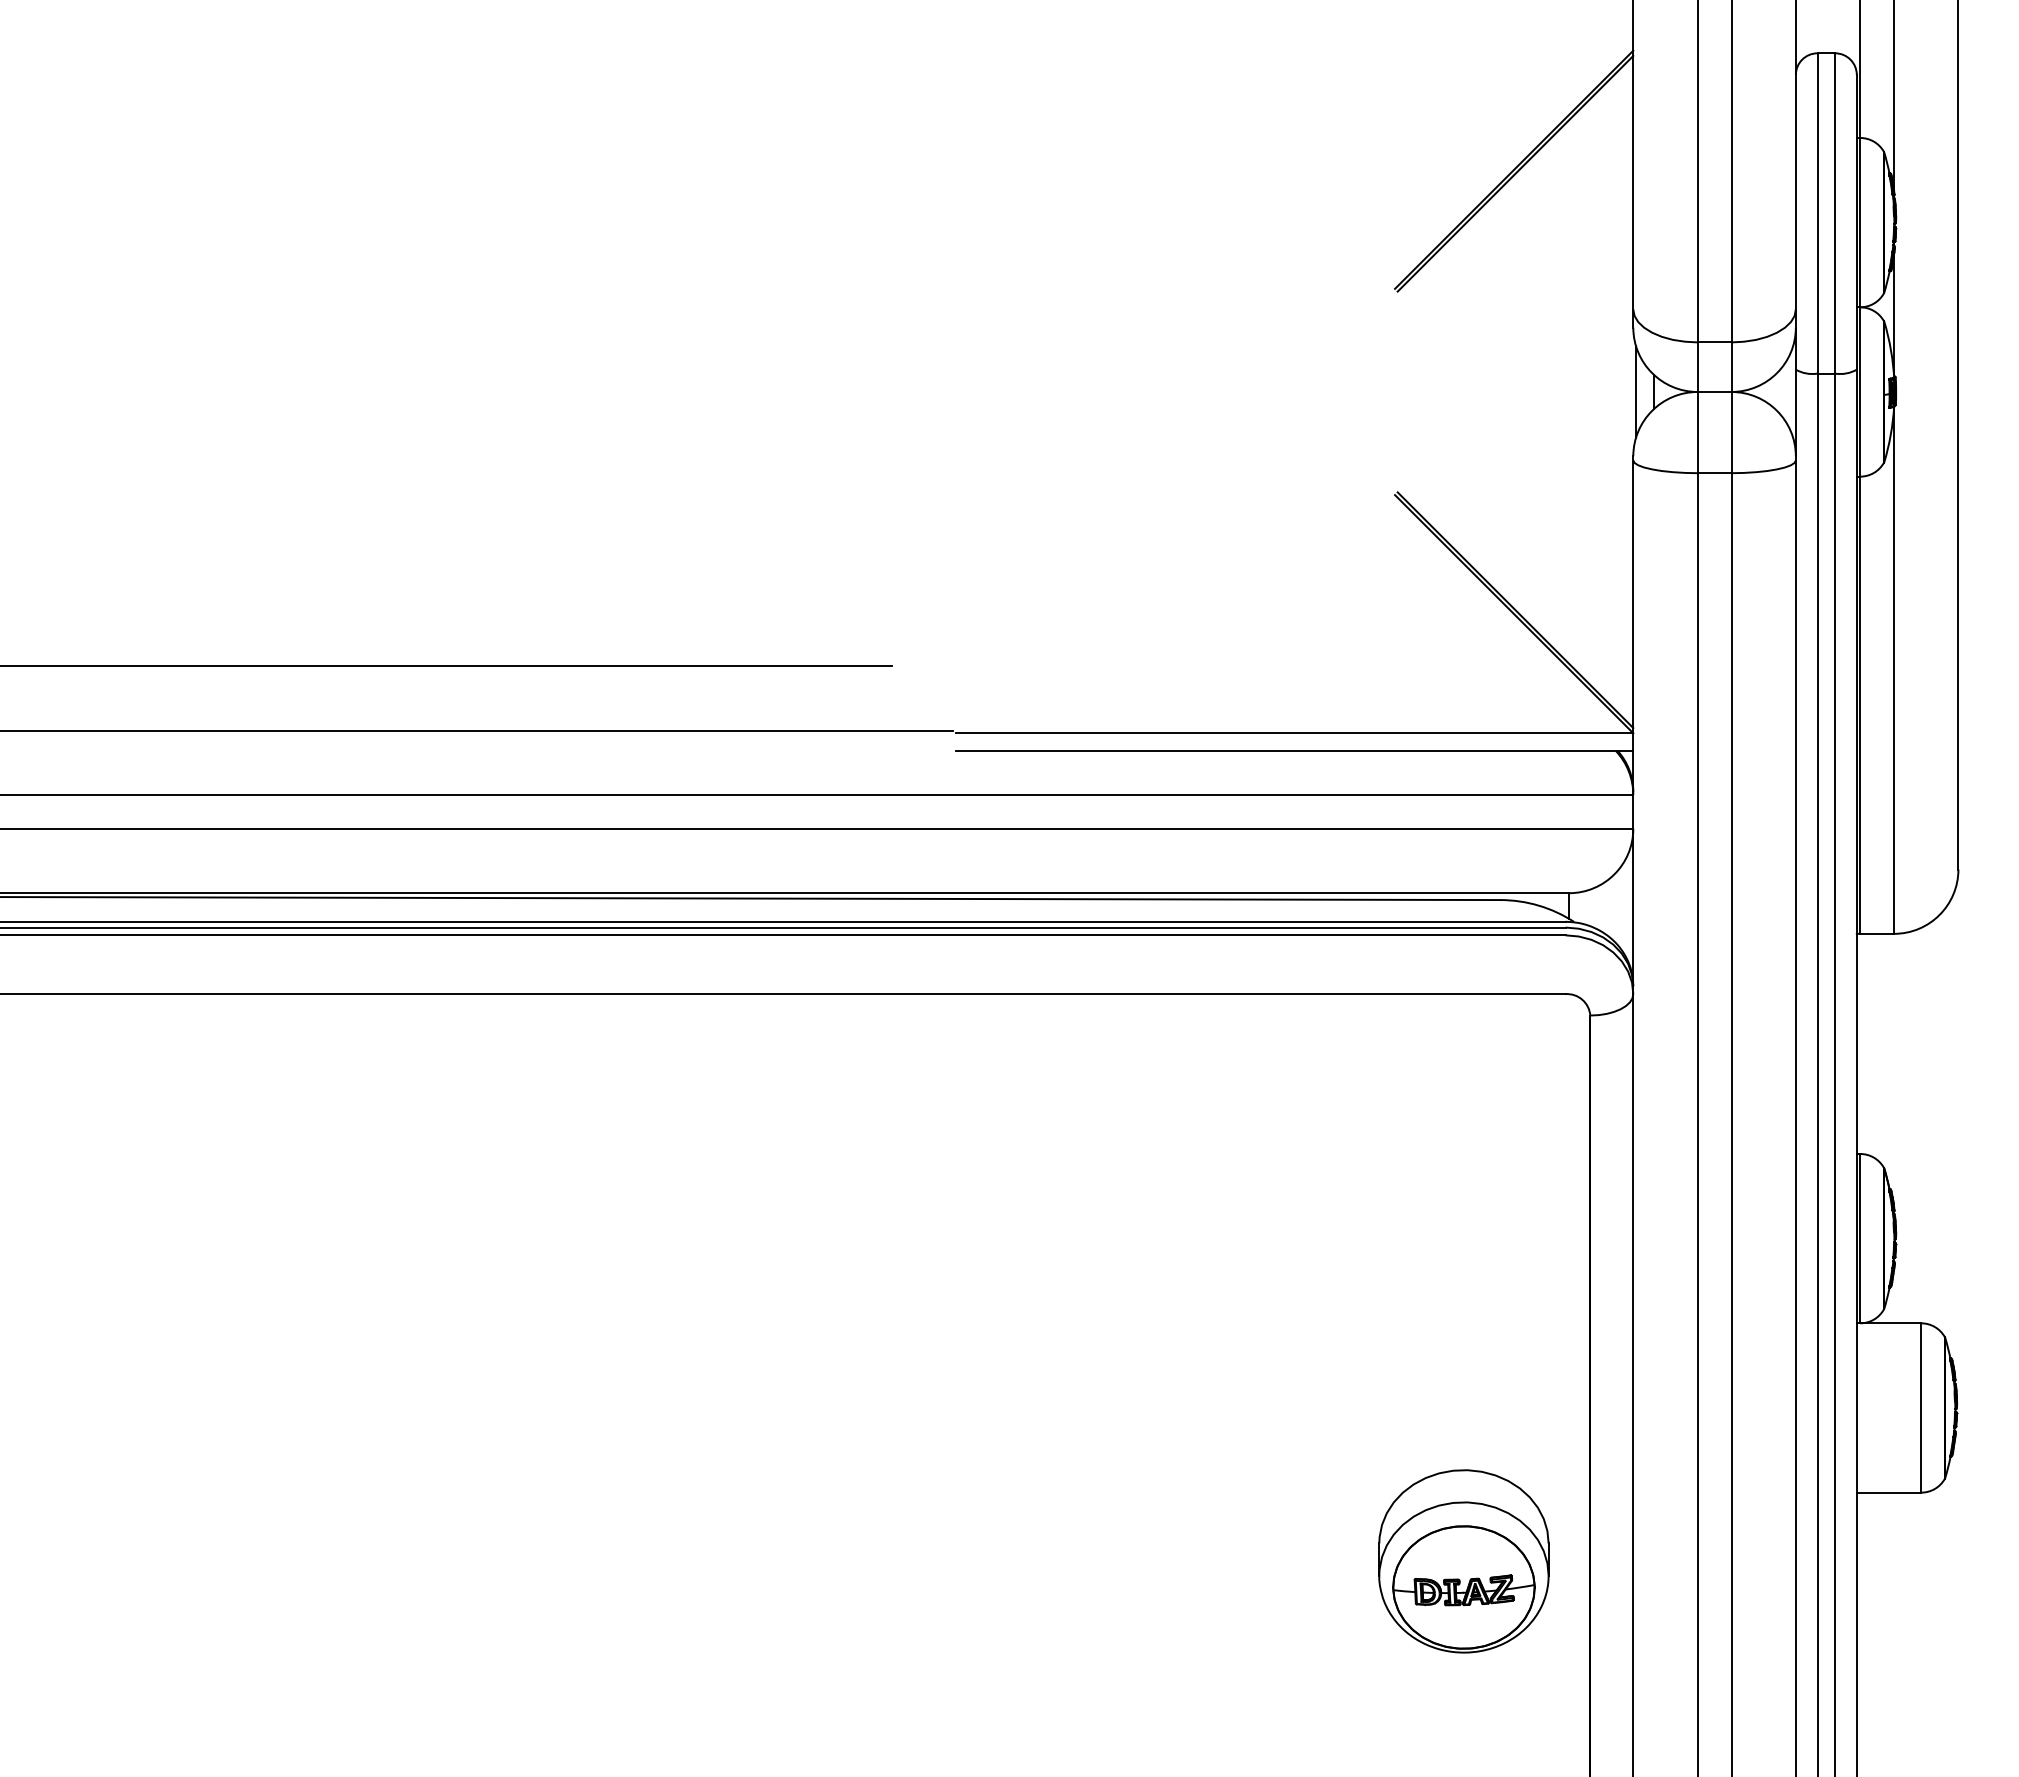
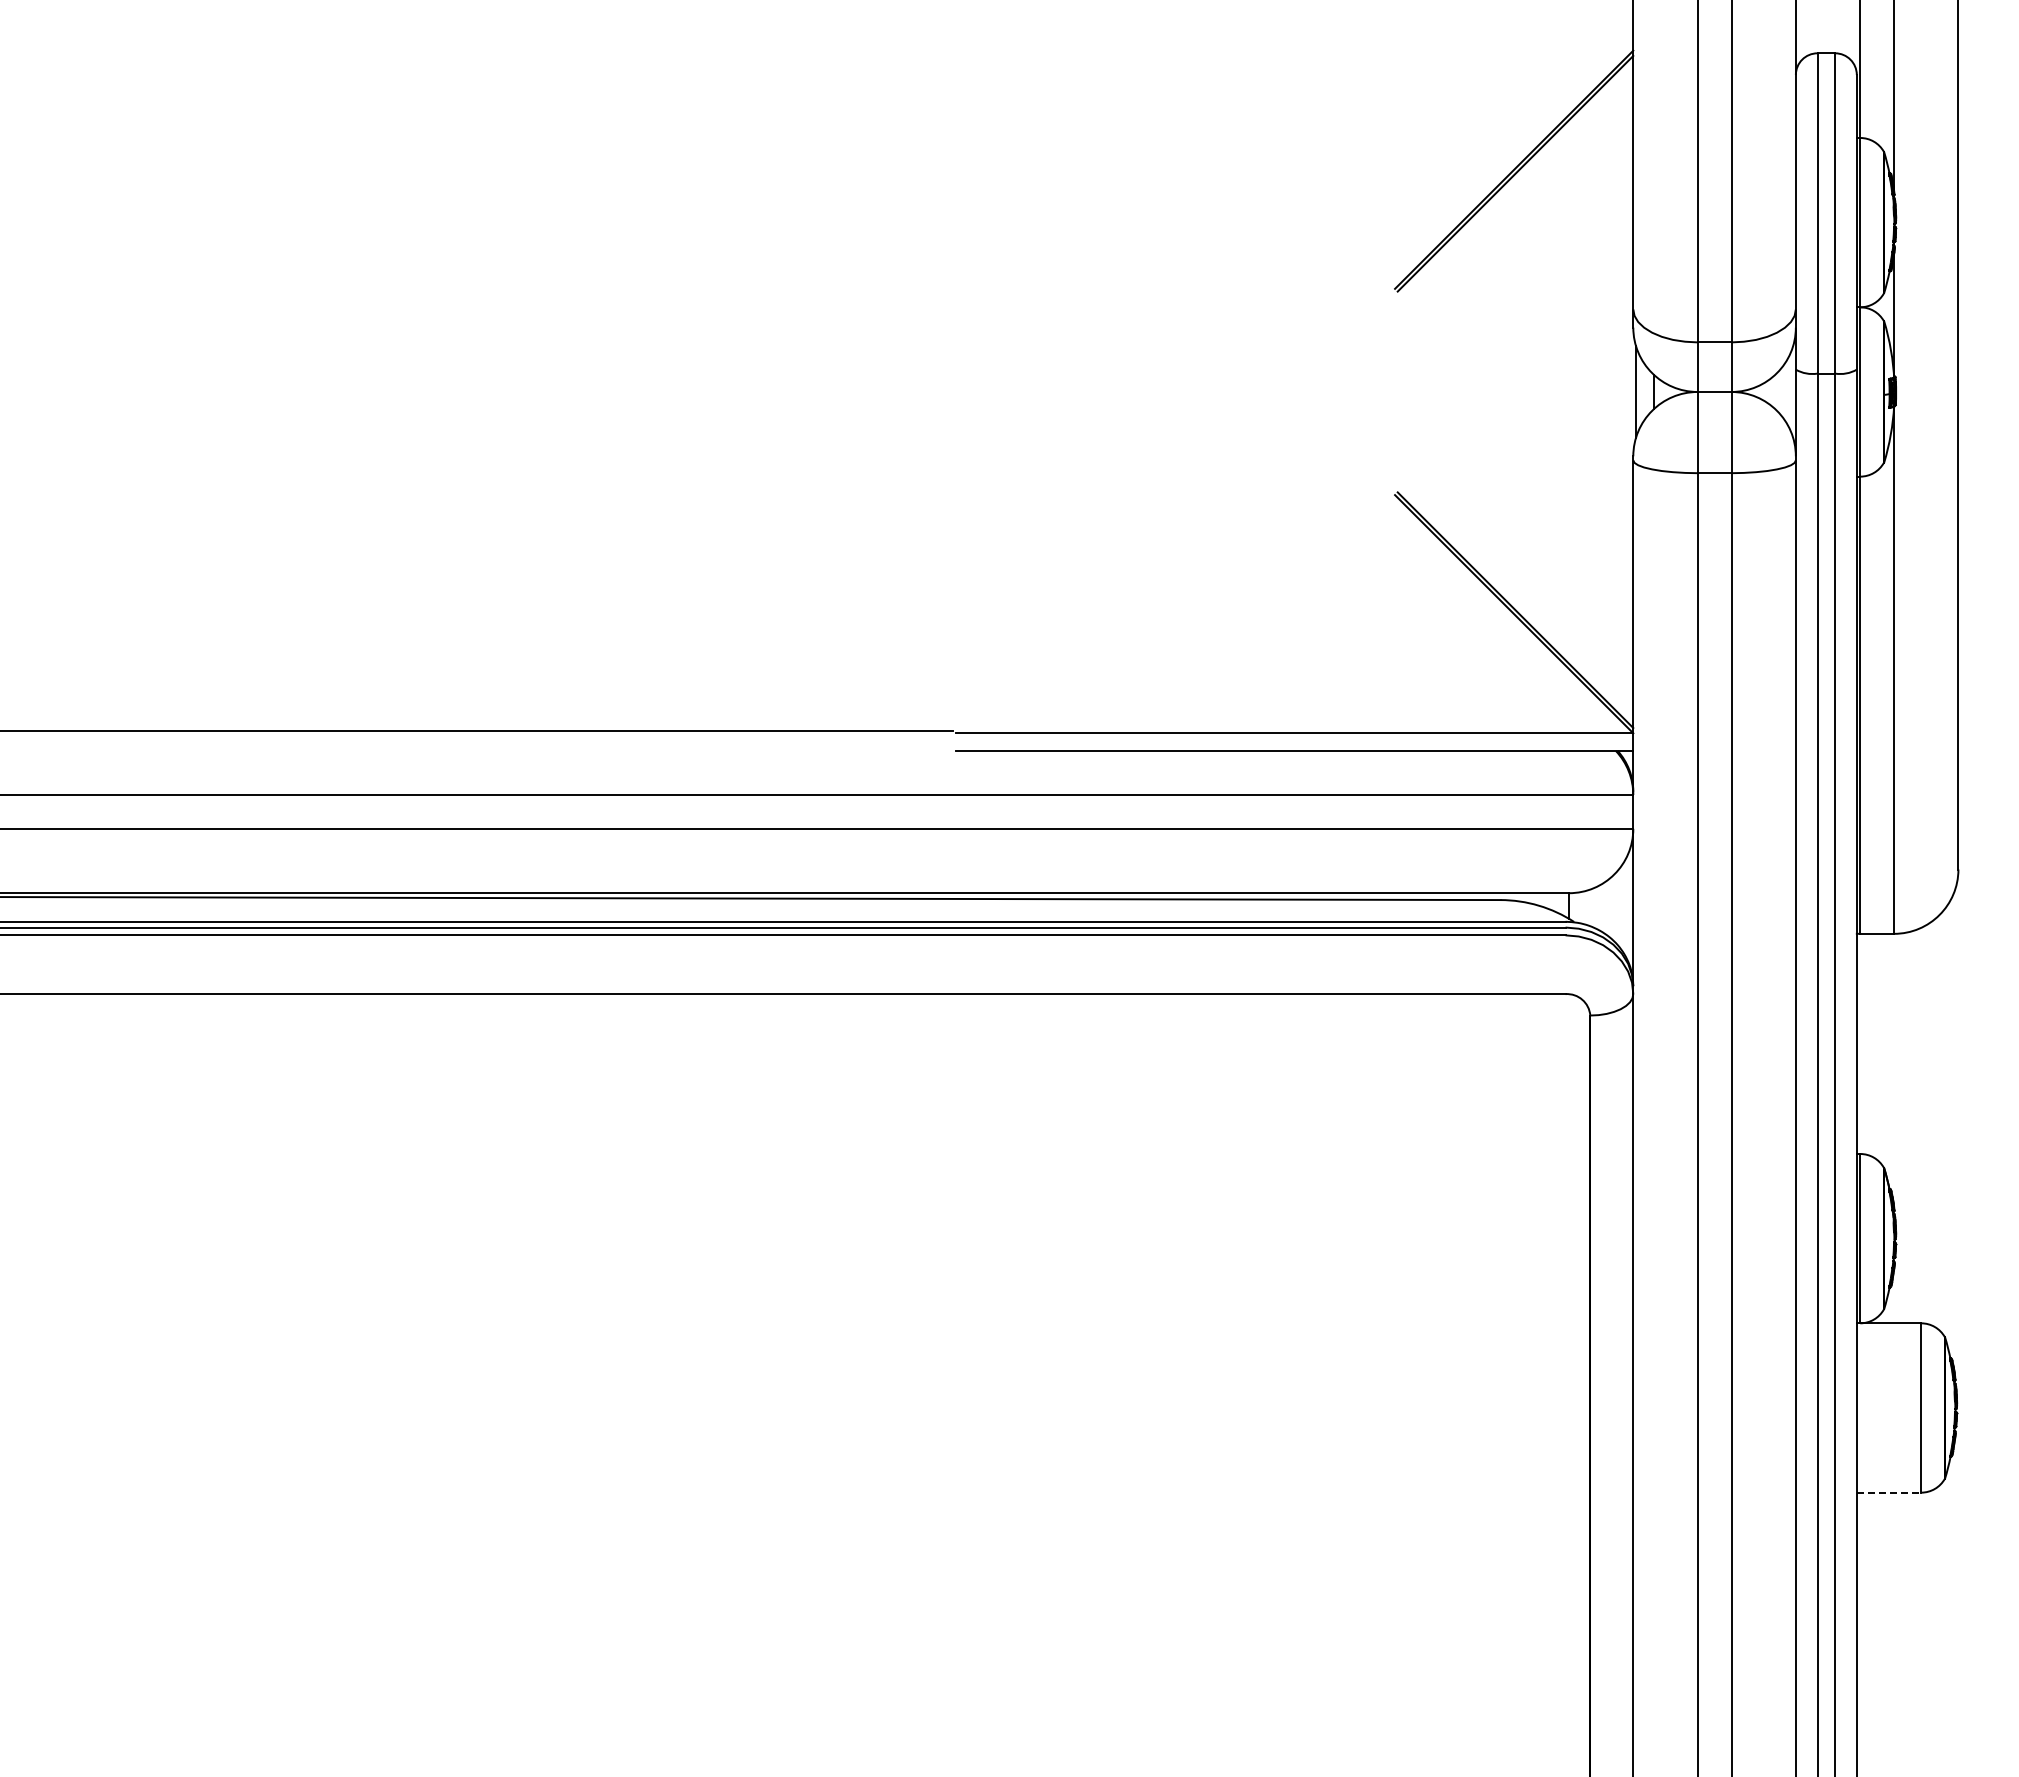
line at (446, 666): present -> none
line at (1889, 1492): solid -> dashed
part at (1463, 1561): present -> none
